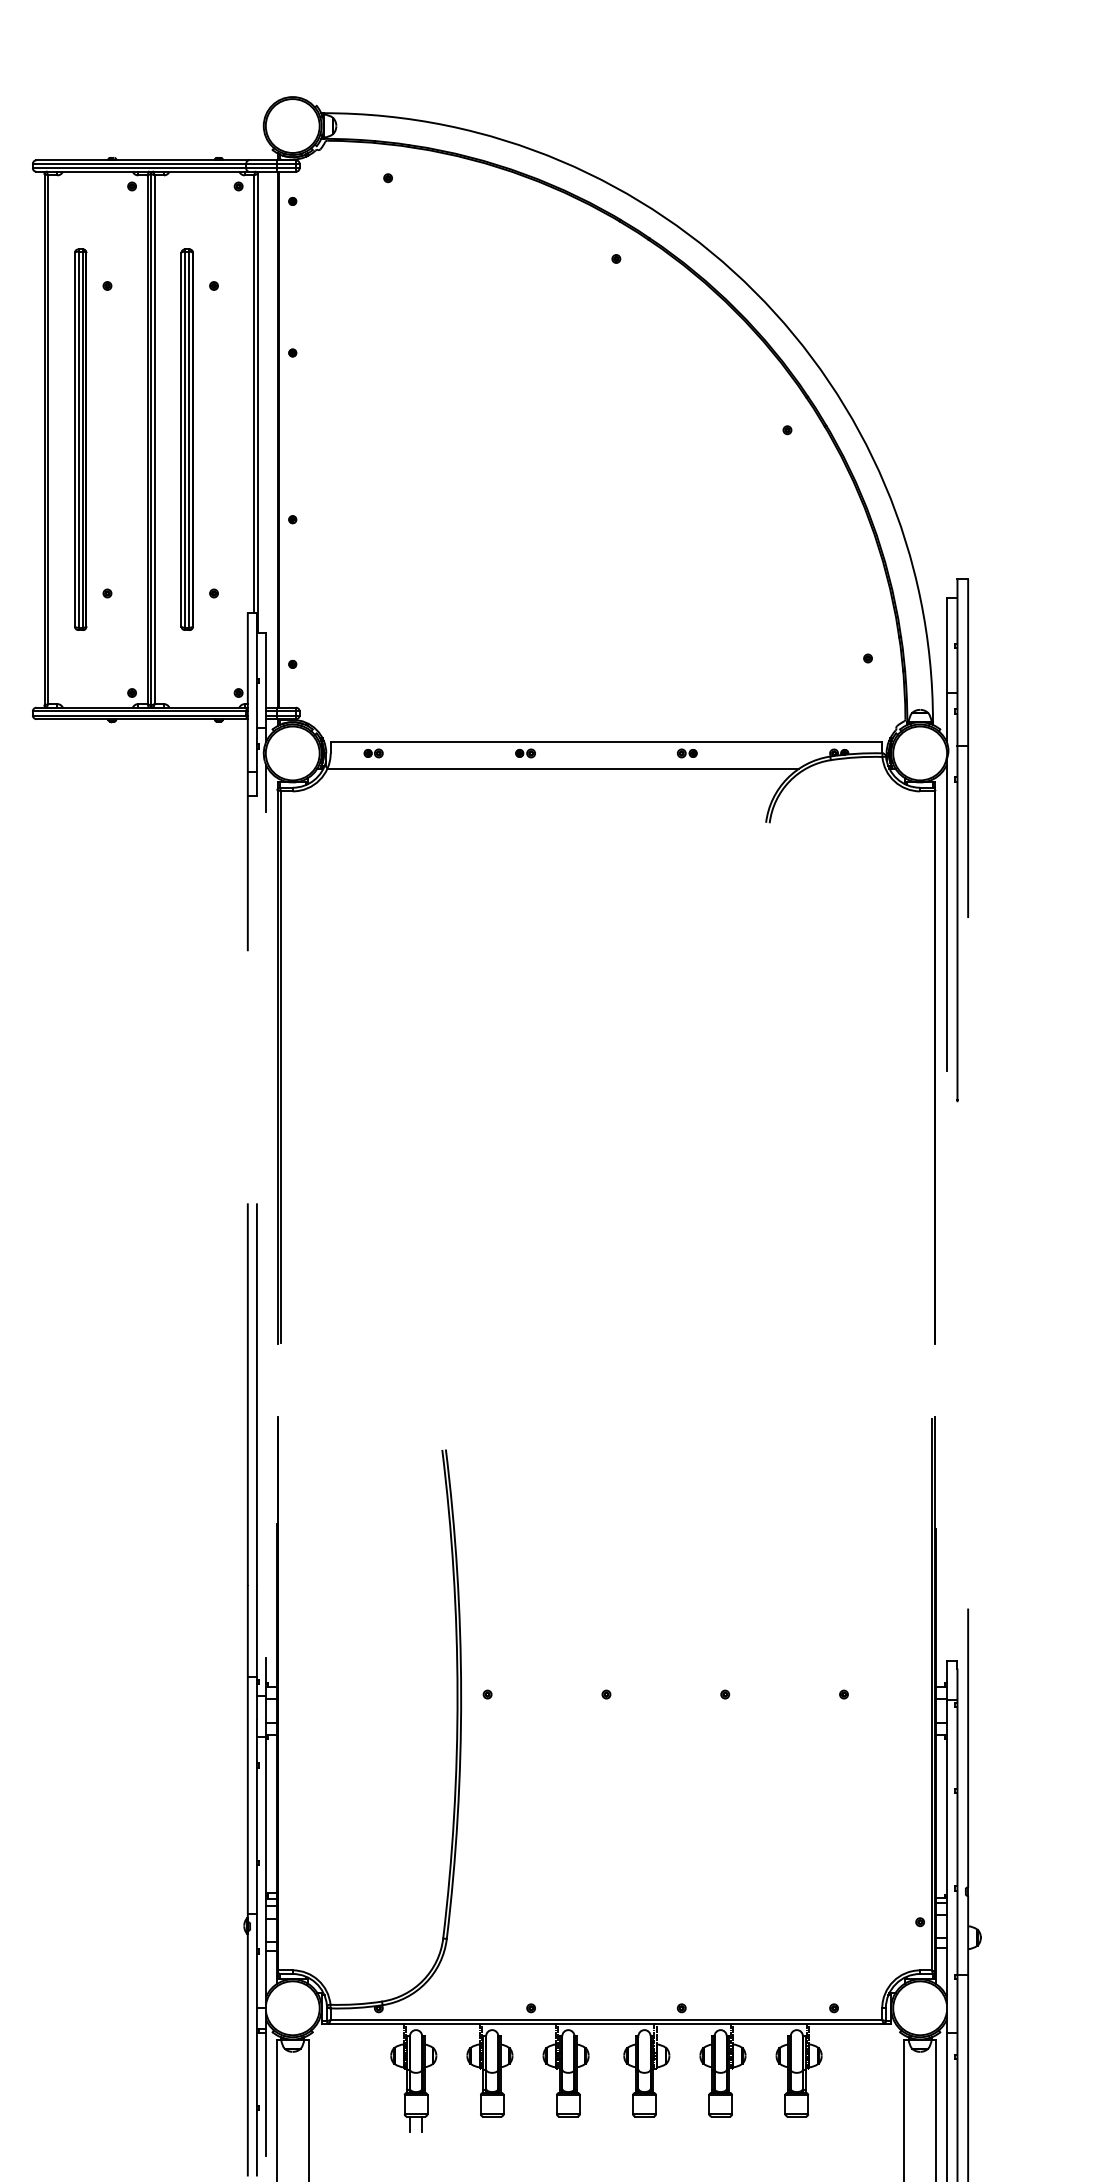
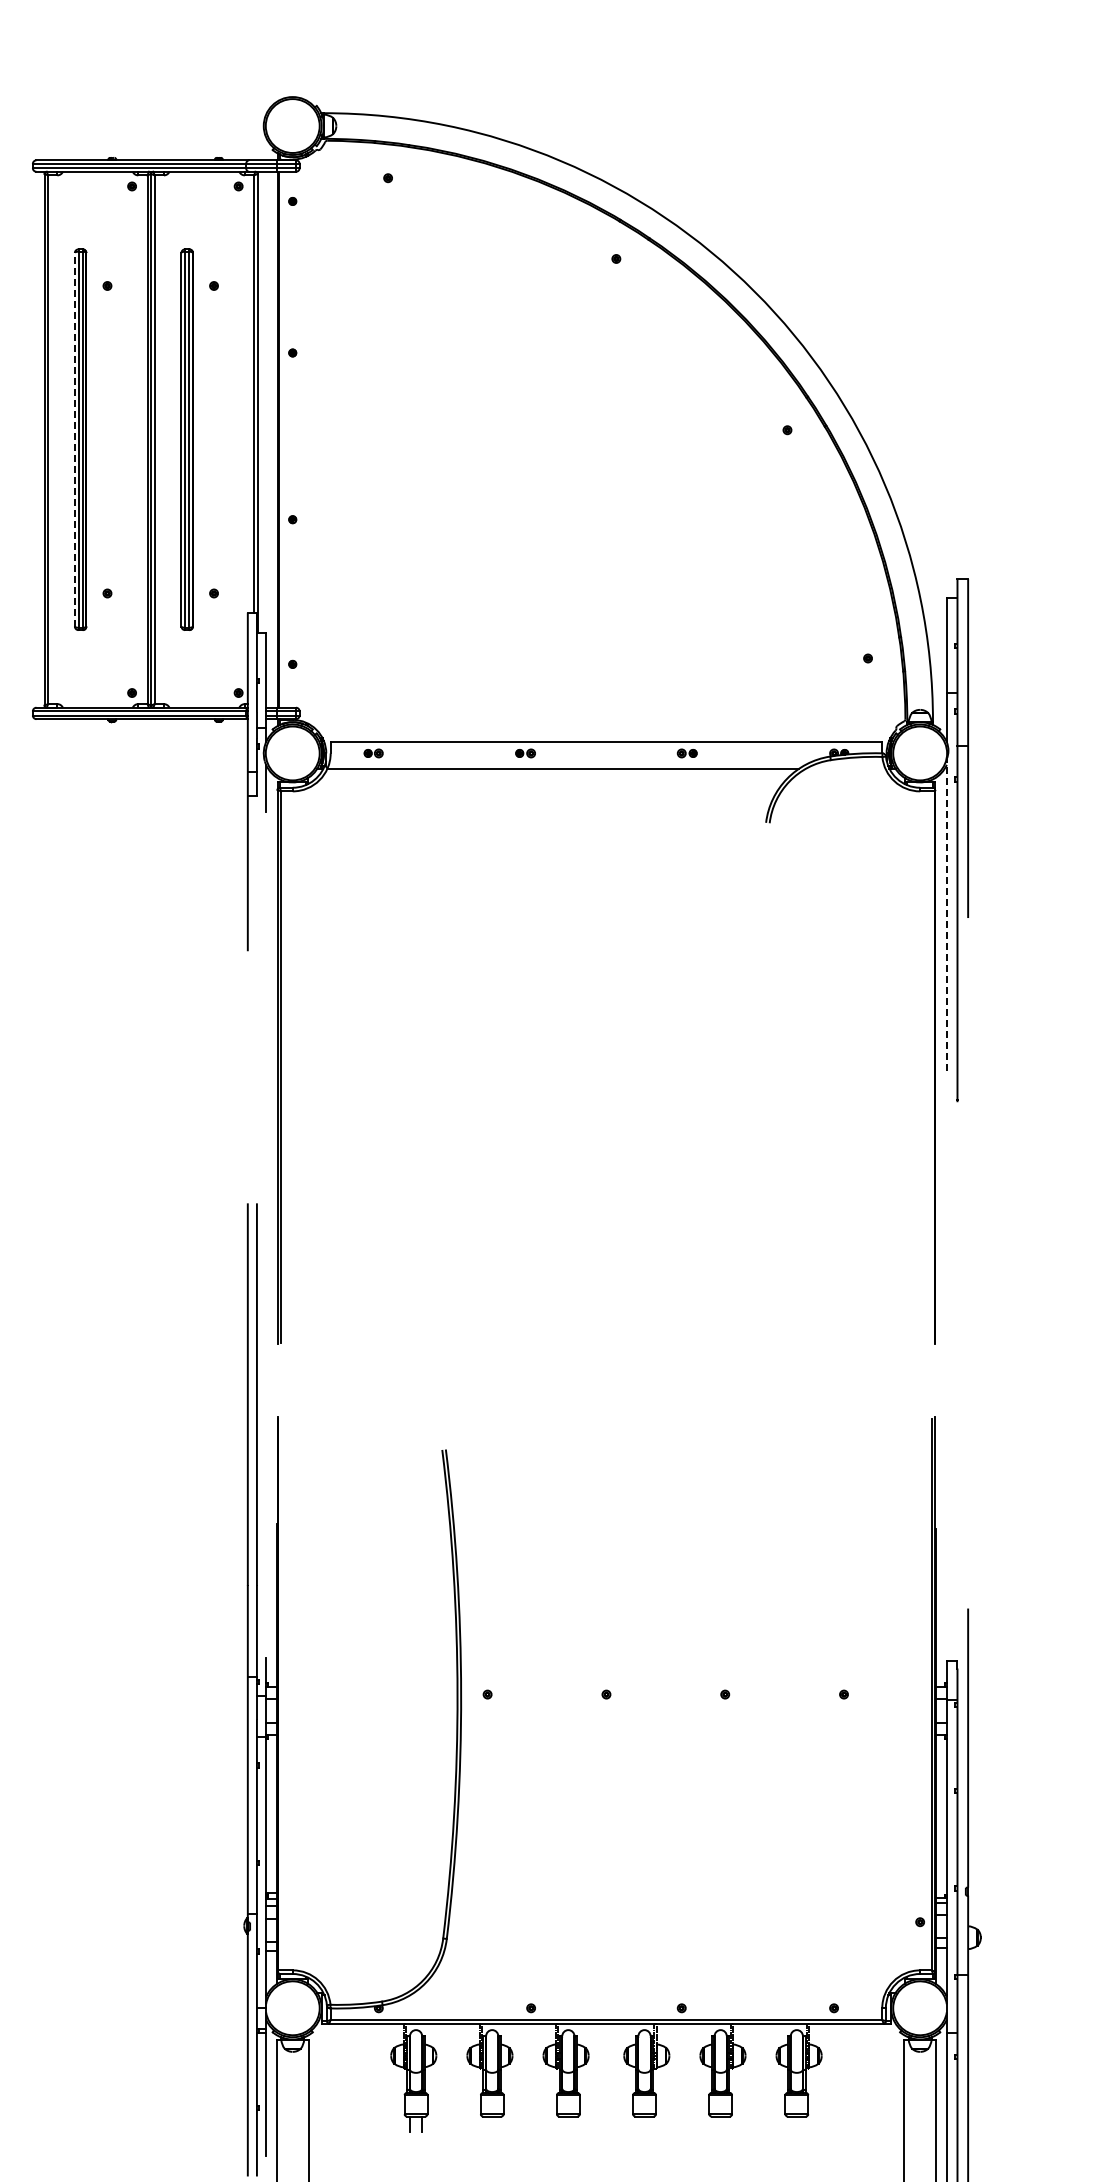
line at (74, 439): solid -> dashed
line at (946, 914): solid -> dashed
